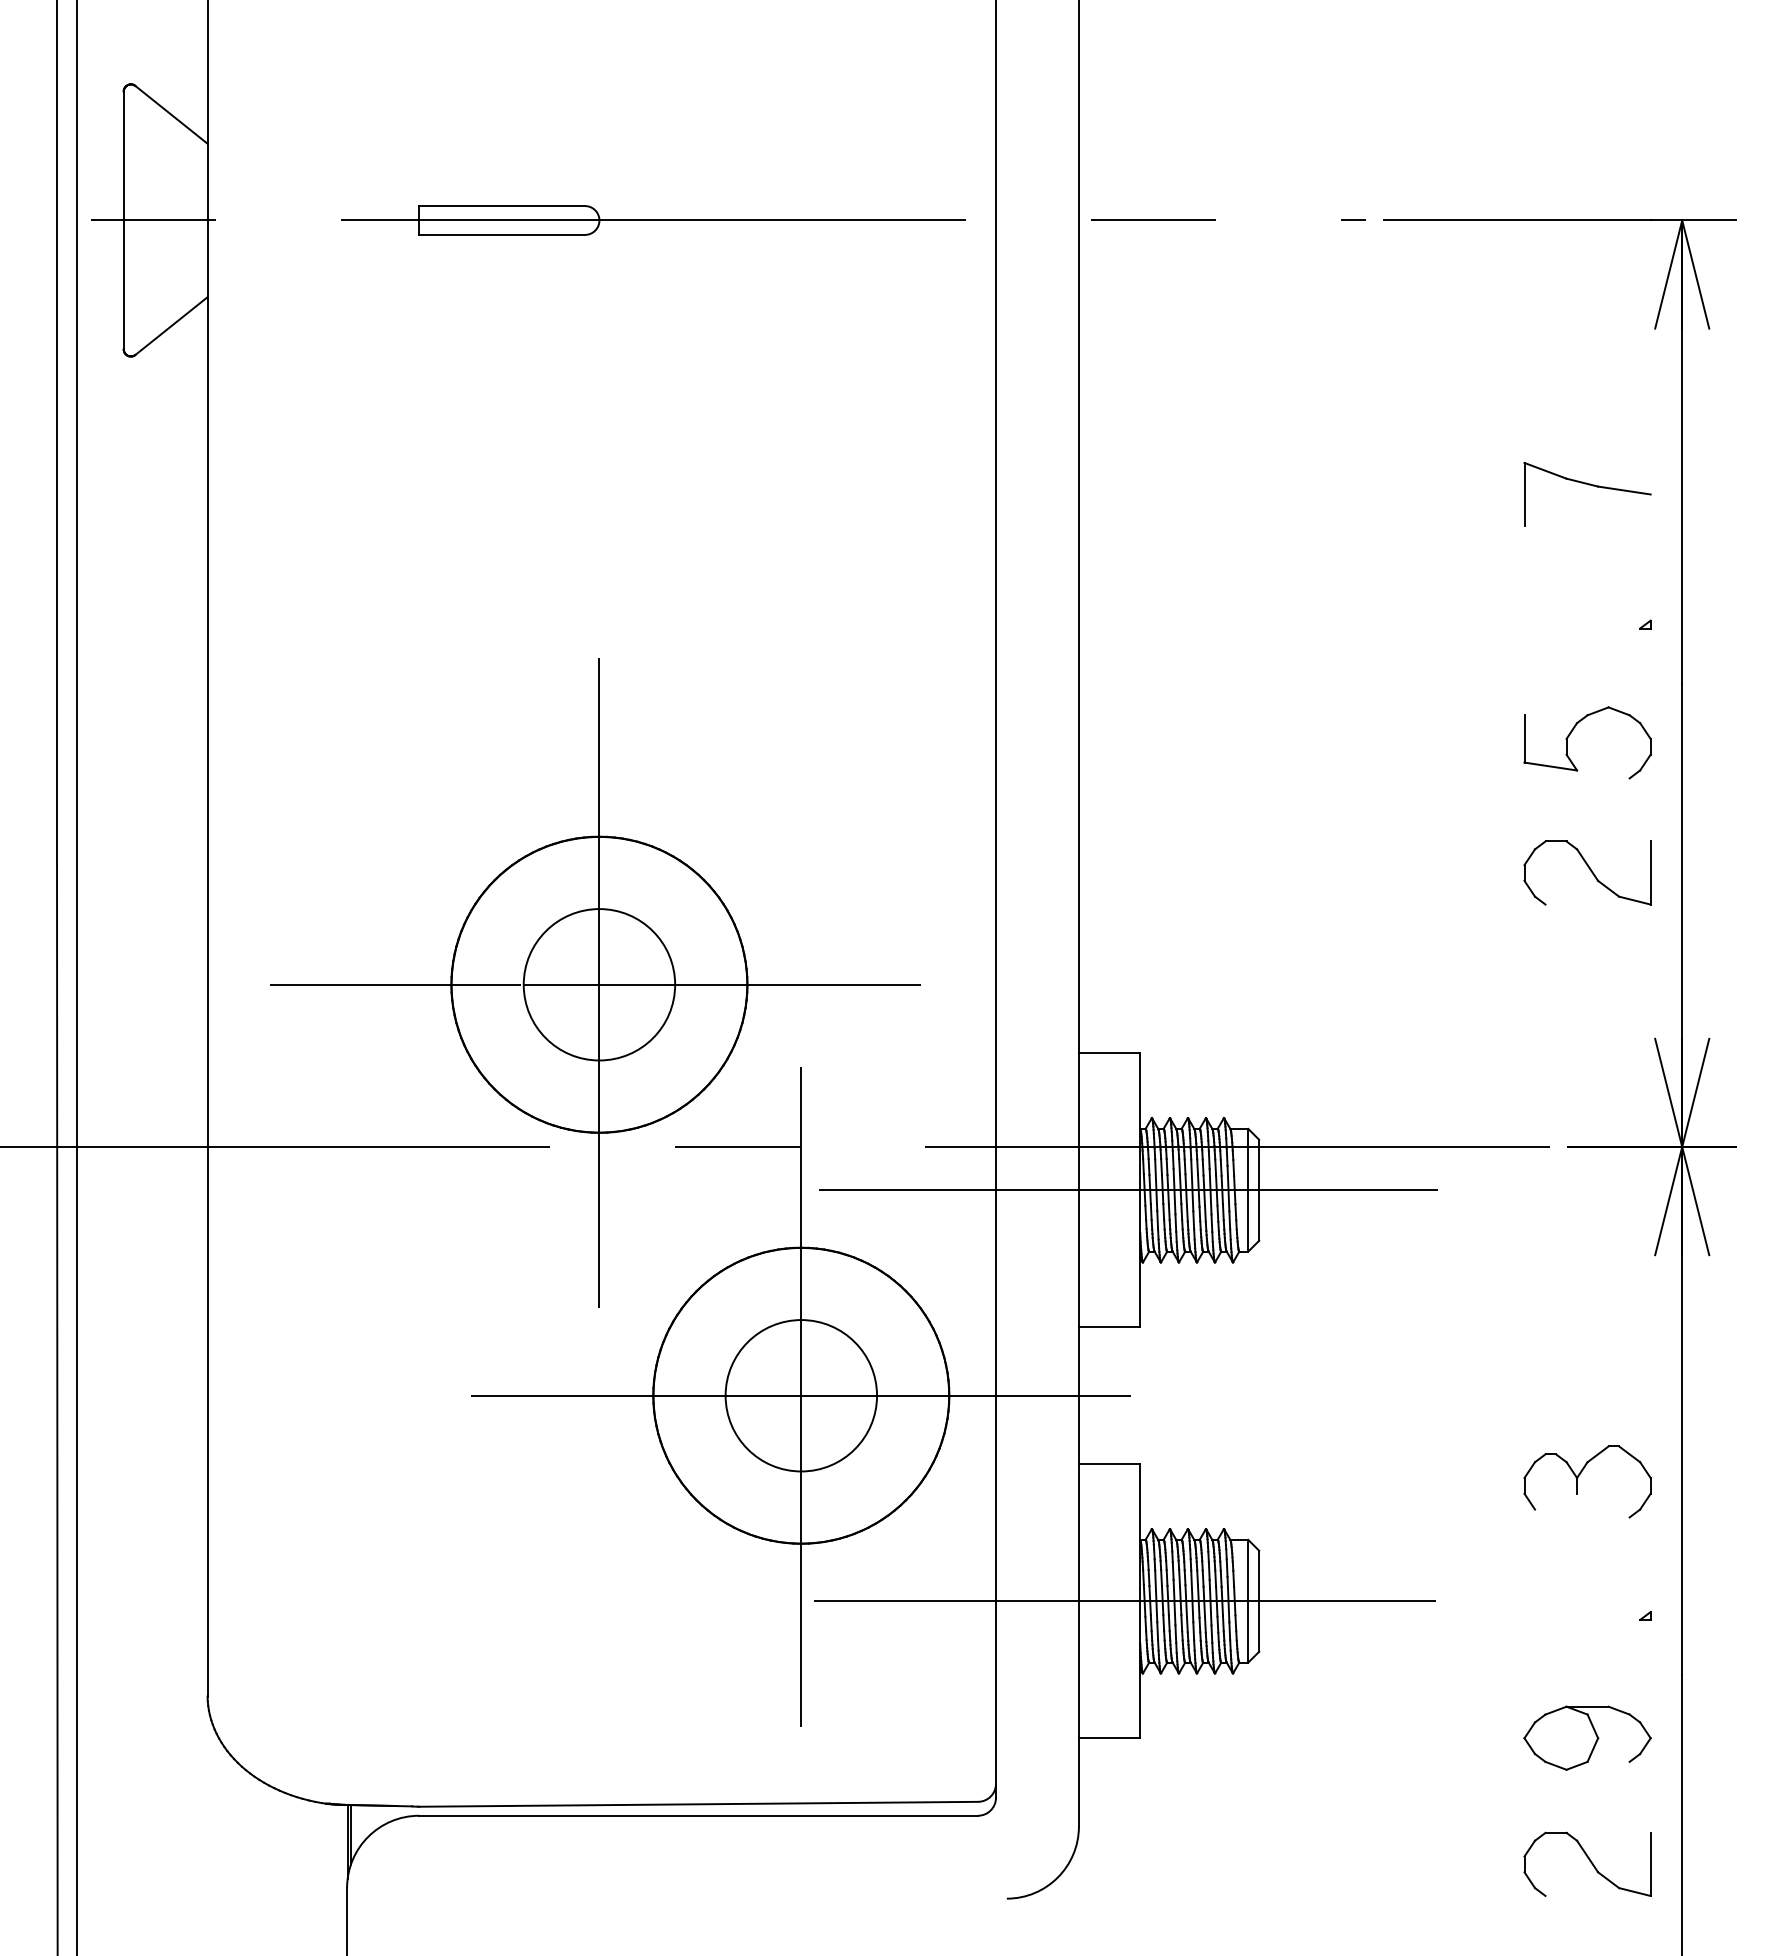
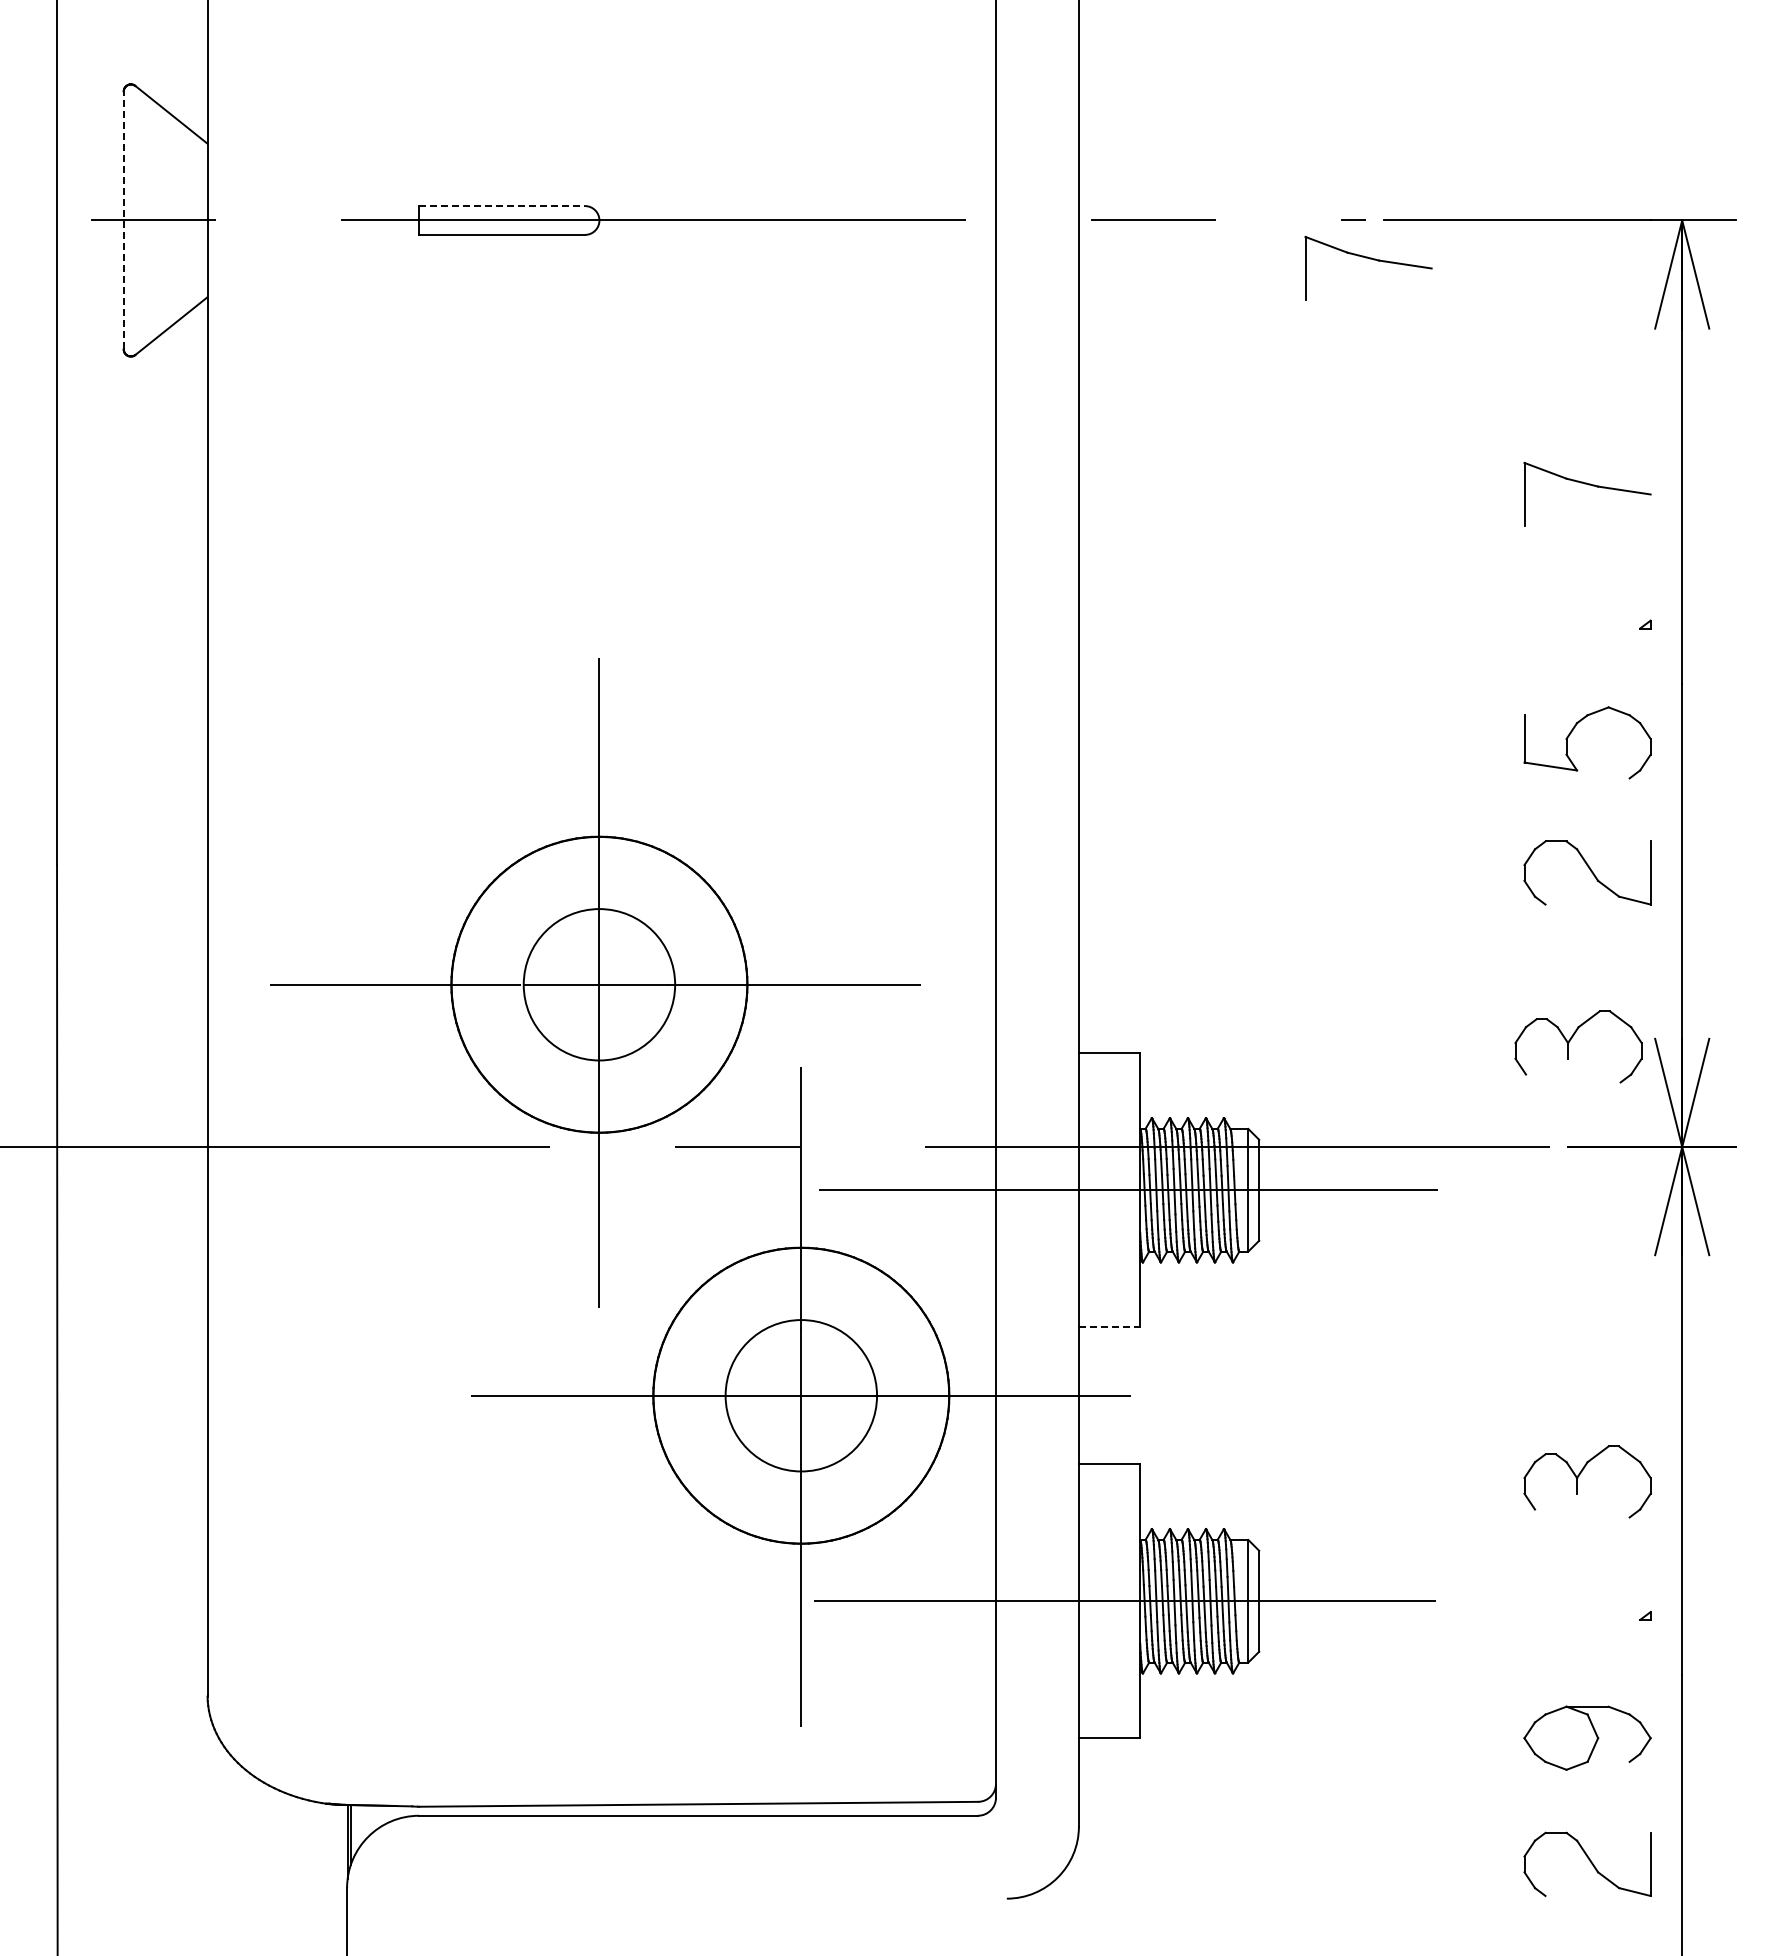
line at (502, 206): solid -> dashed
line at (123, 220): solid -> dashed
part at (1369, 259): none -> present
line at (76, 977): present -> none
part at (1570, 1041): none -> present
line at (1109, 1327): solid -> dashed
